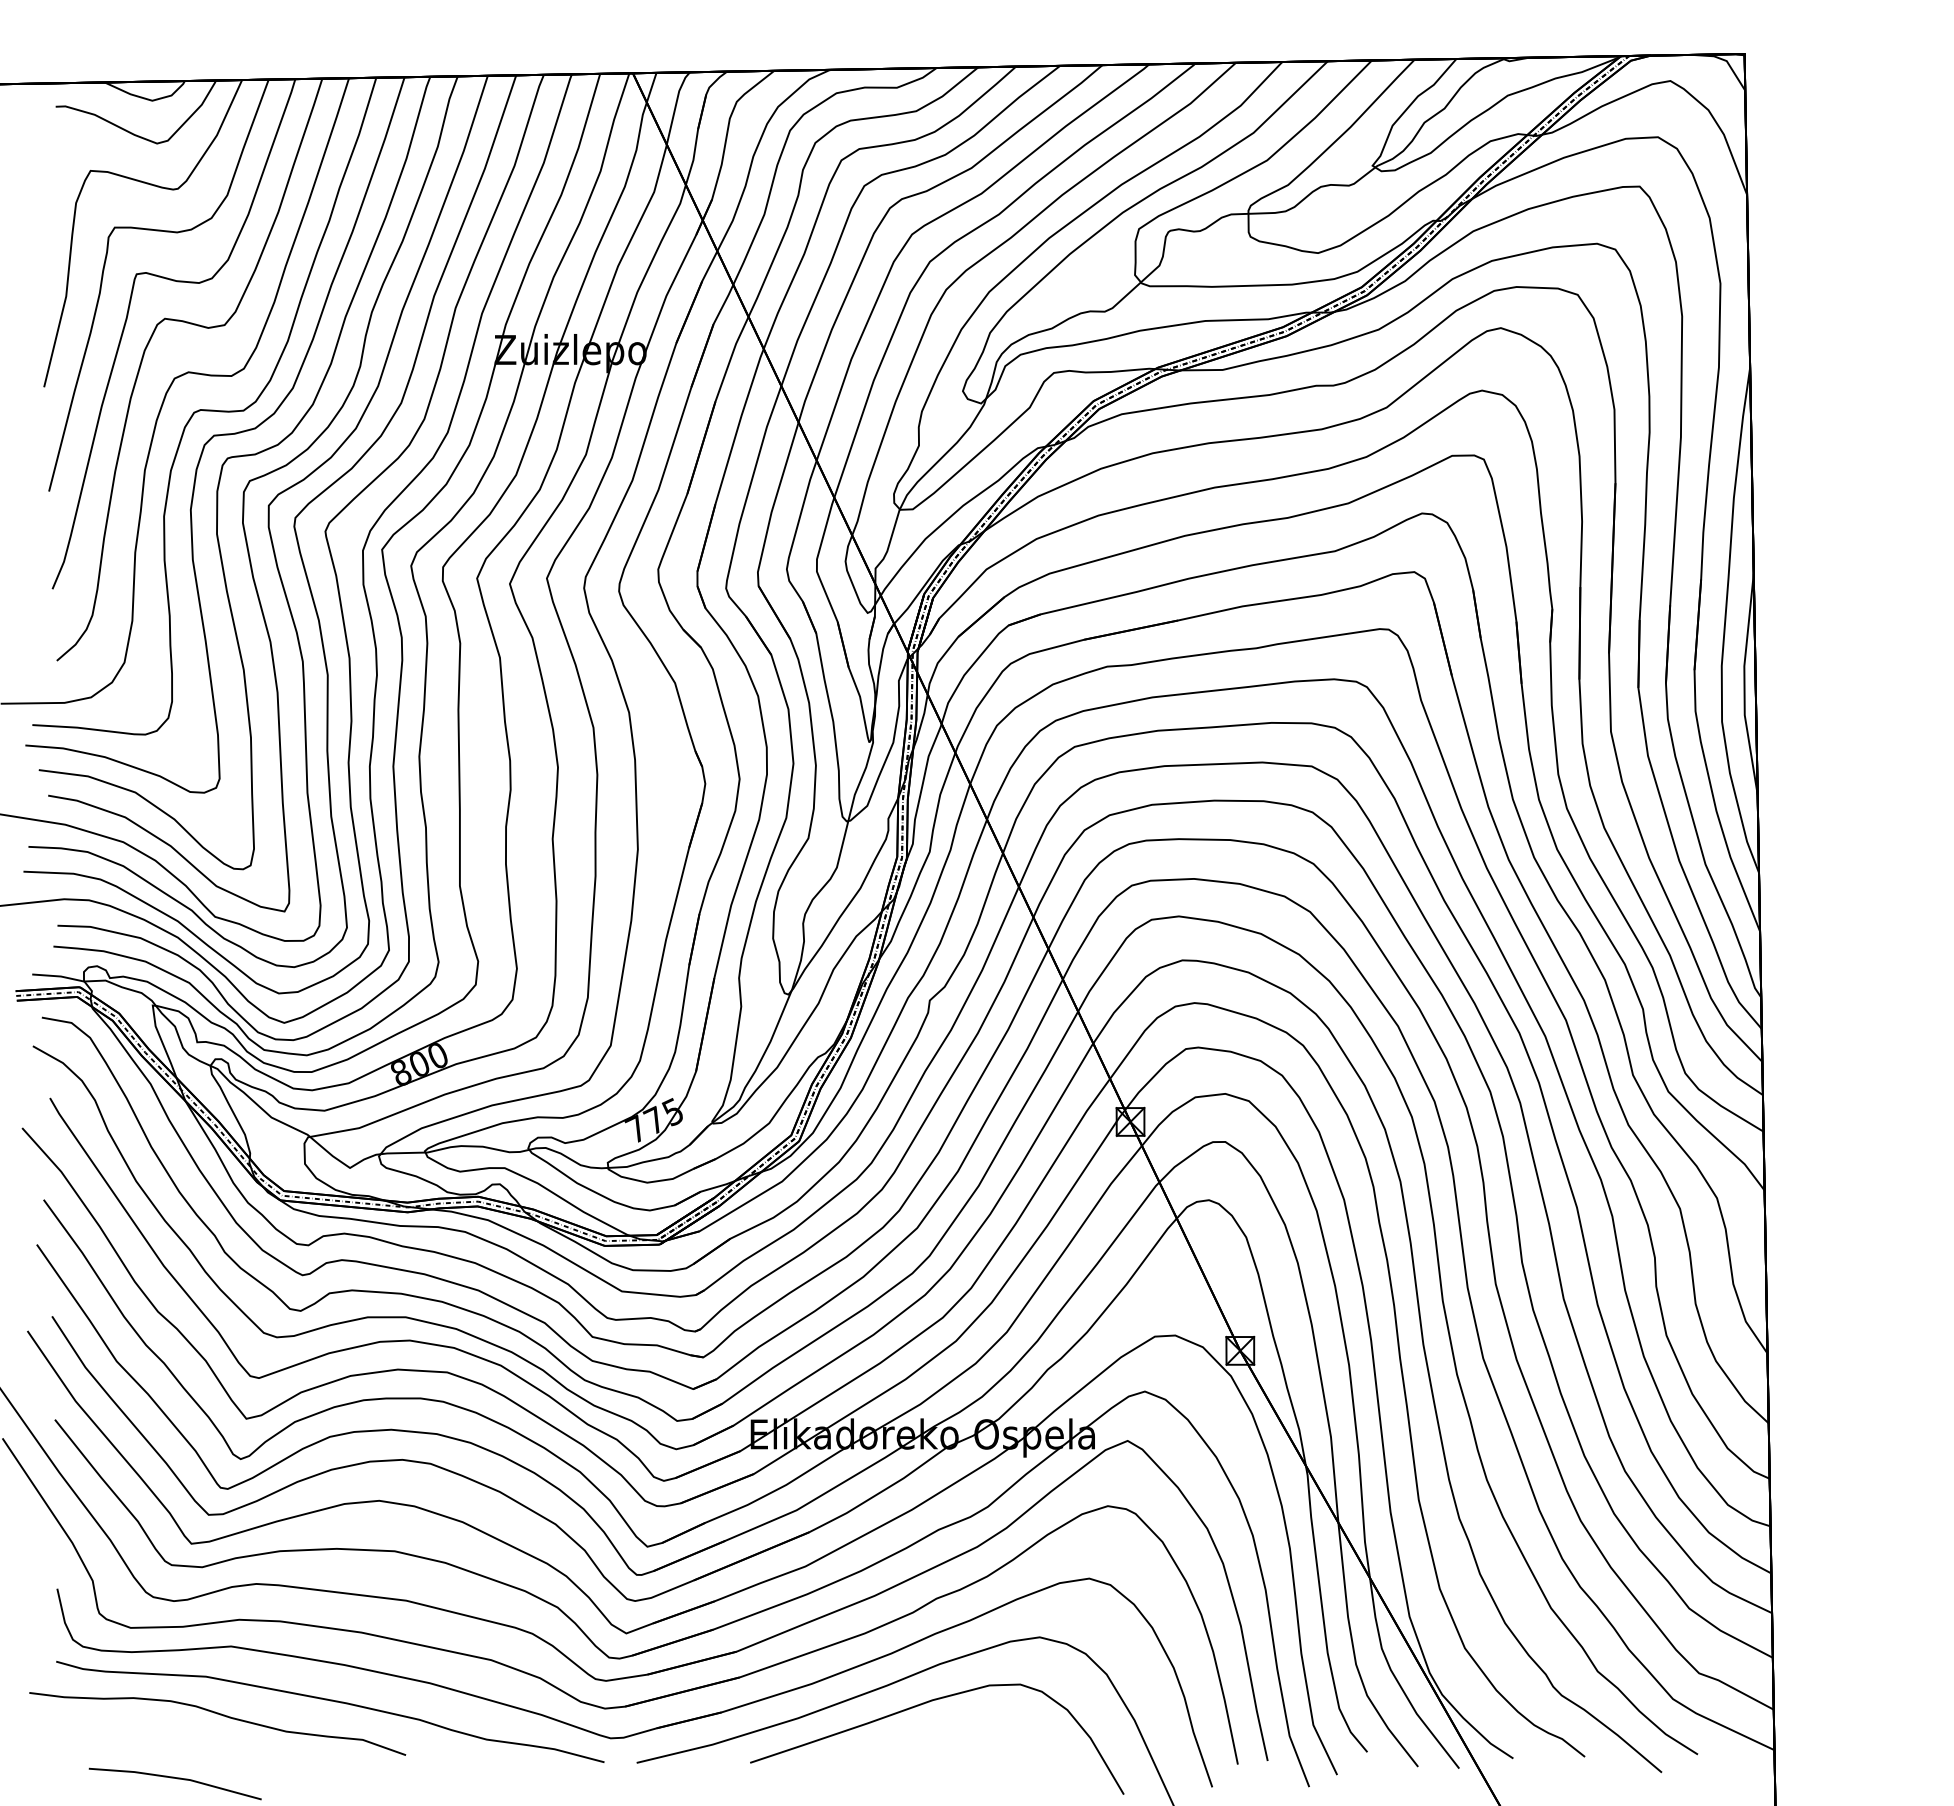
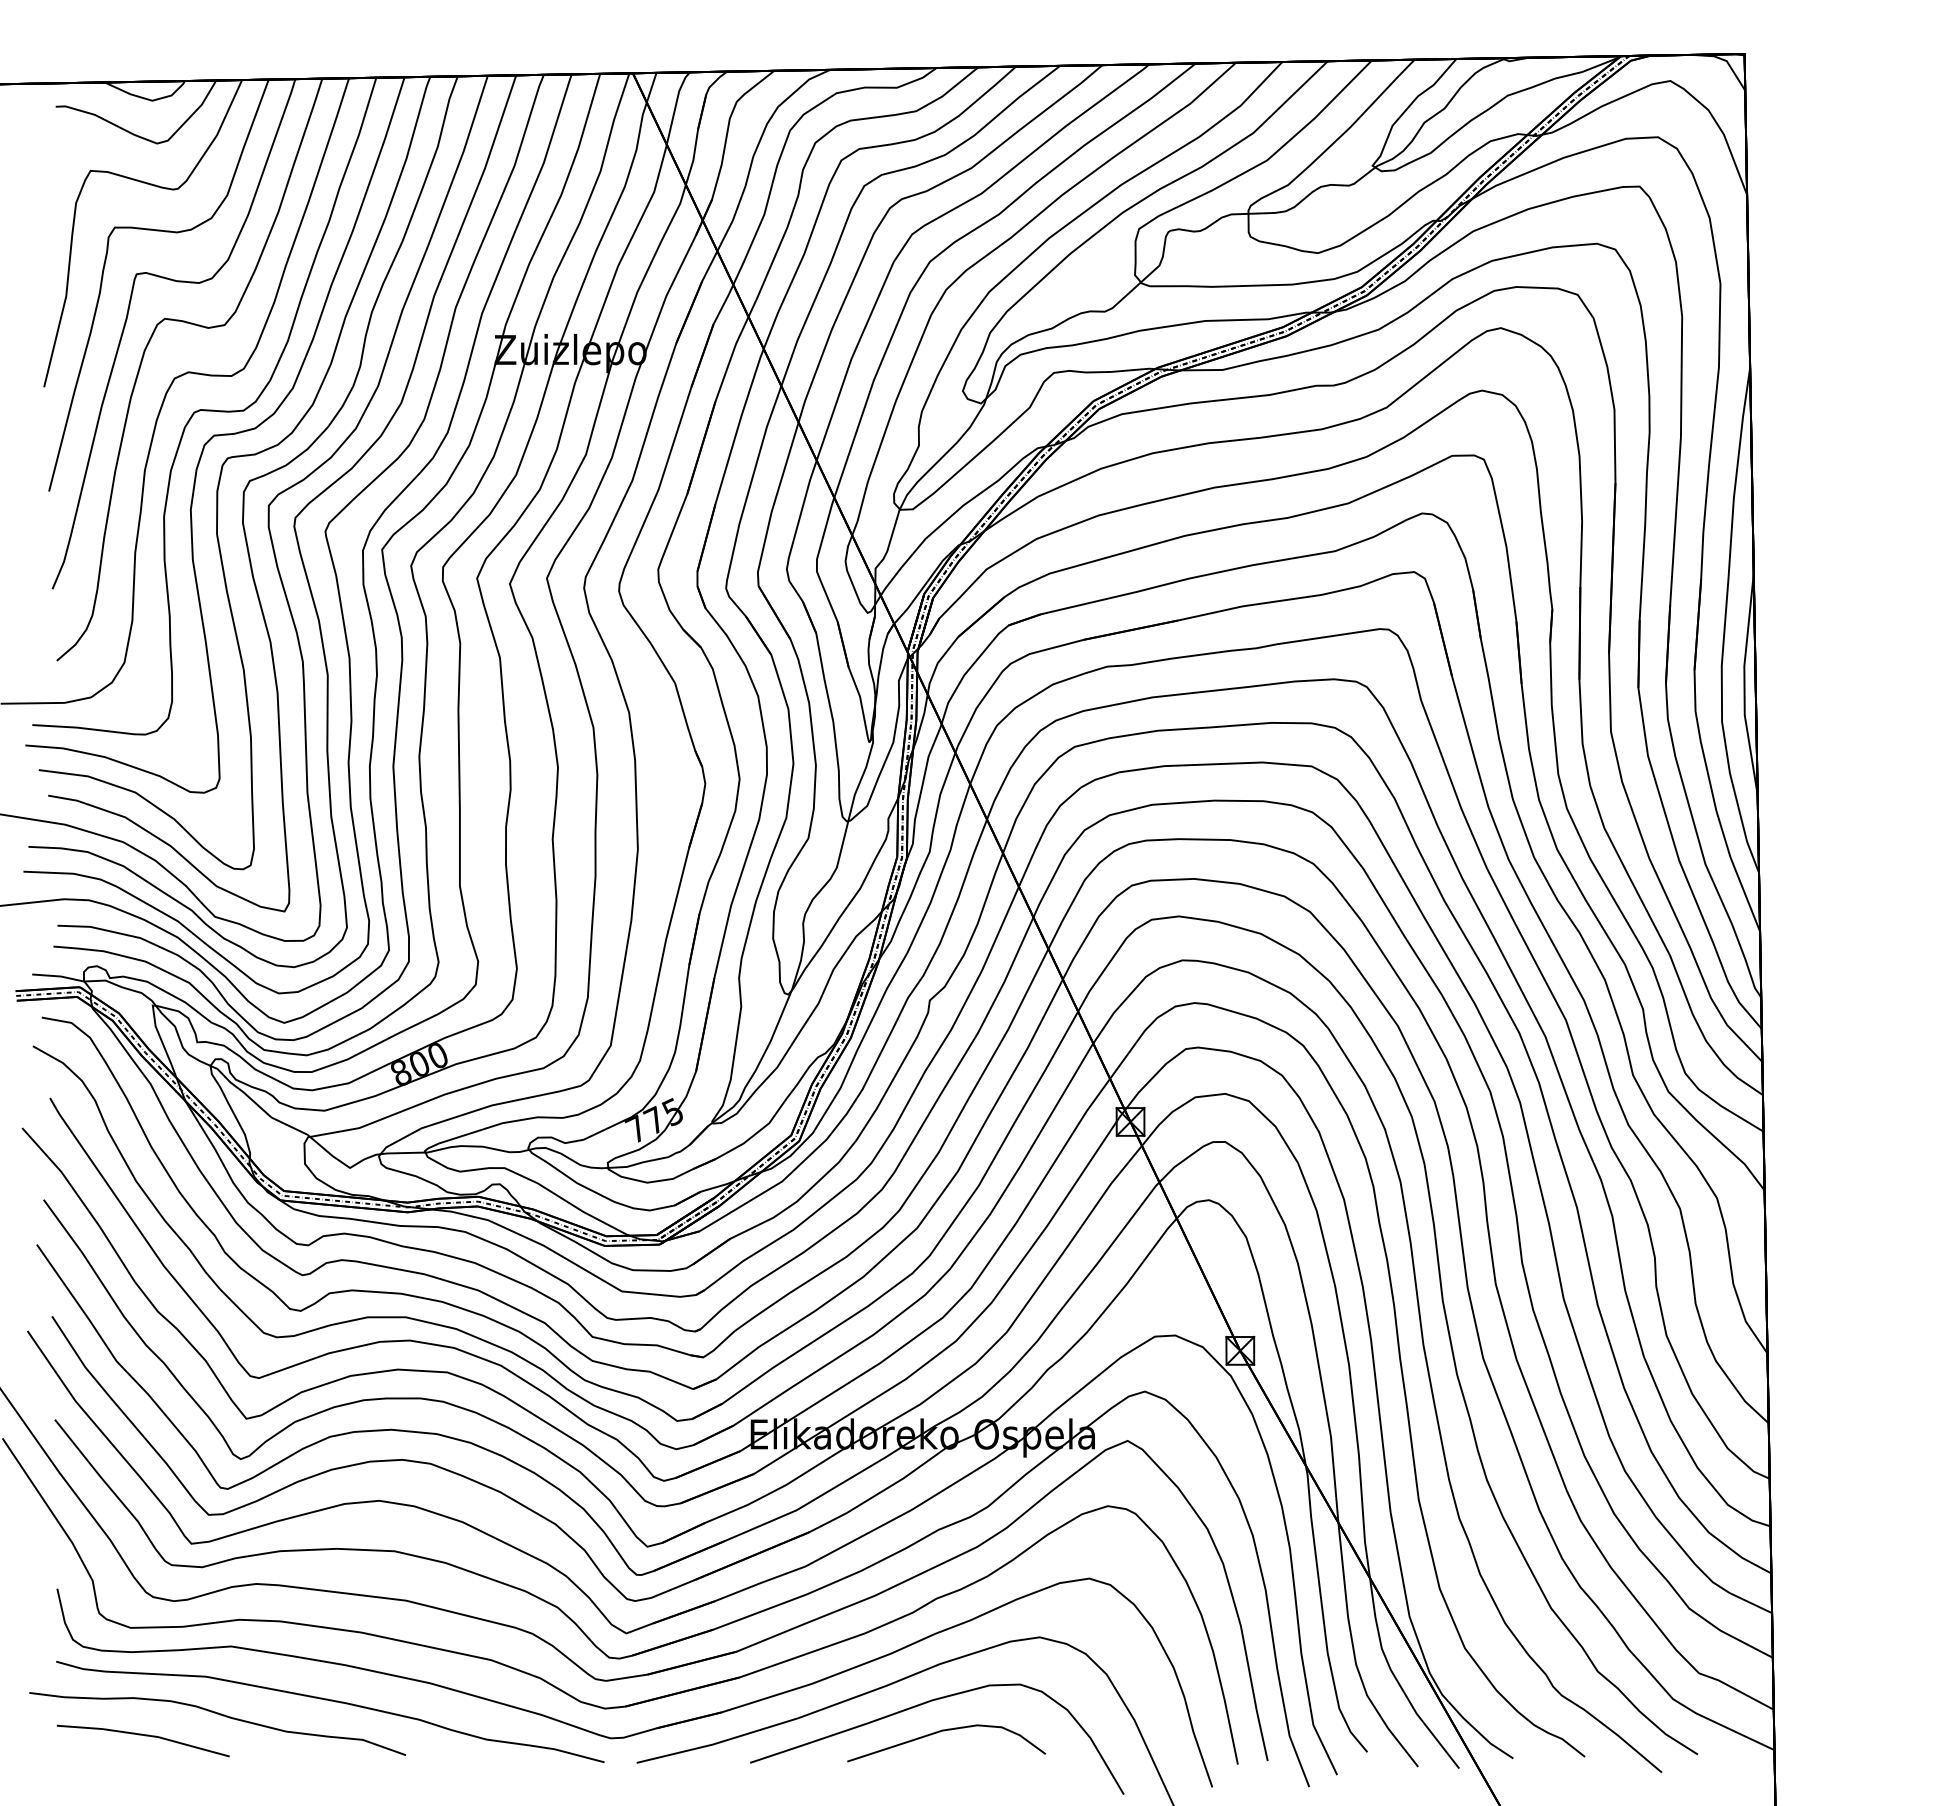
curve at (944, 1731): none -> present
line at (174, 1778) position: (174, 1778) -> (142, 1735)
